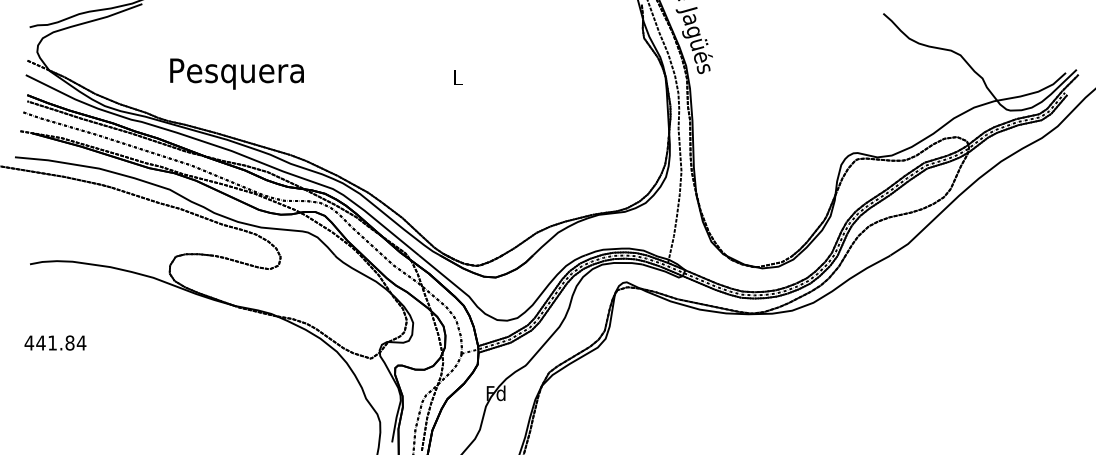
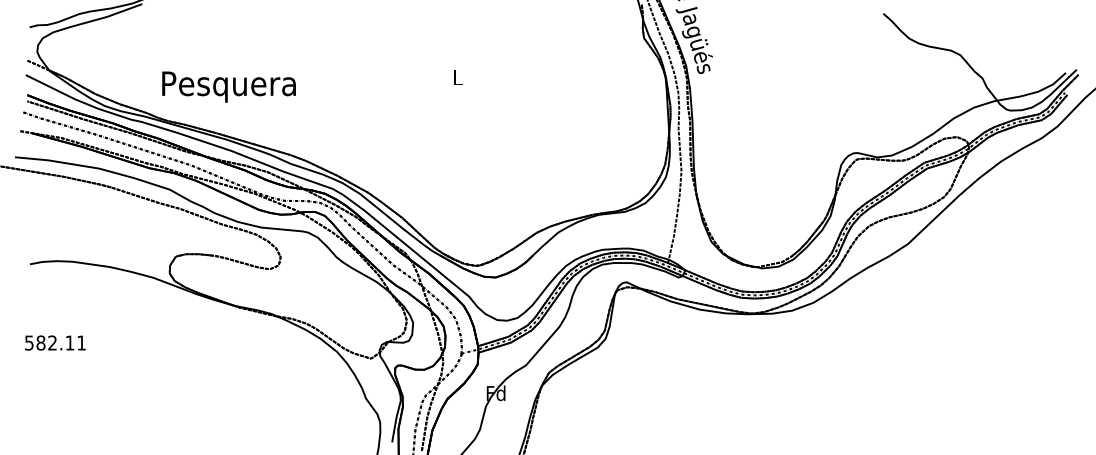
text at (236, 73) position: (236, 73) -> (228, 86)
text at (55, 342): 441.84 -> 582.11
